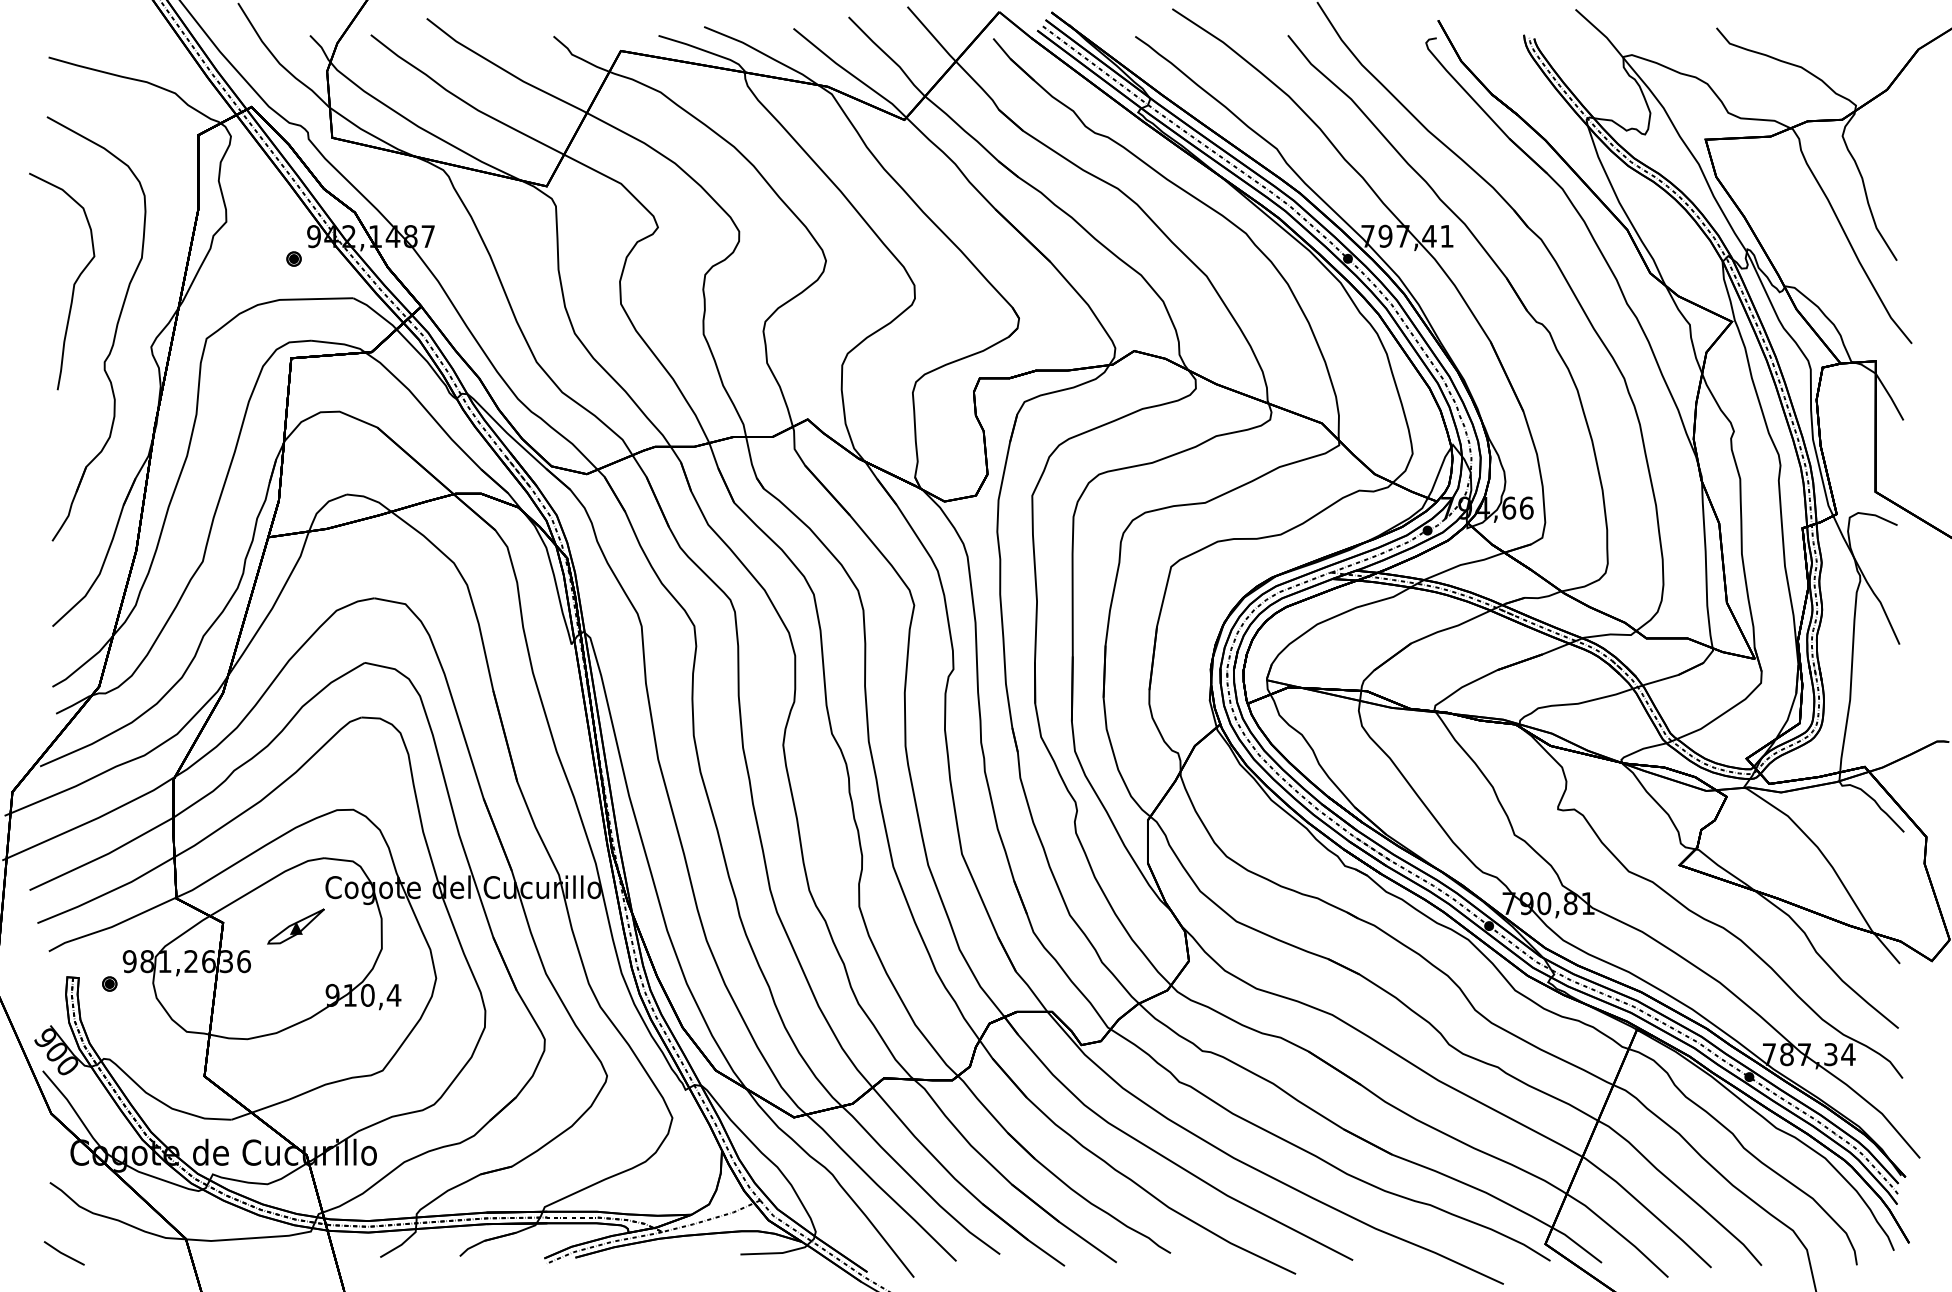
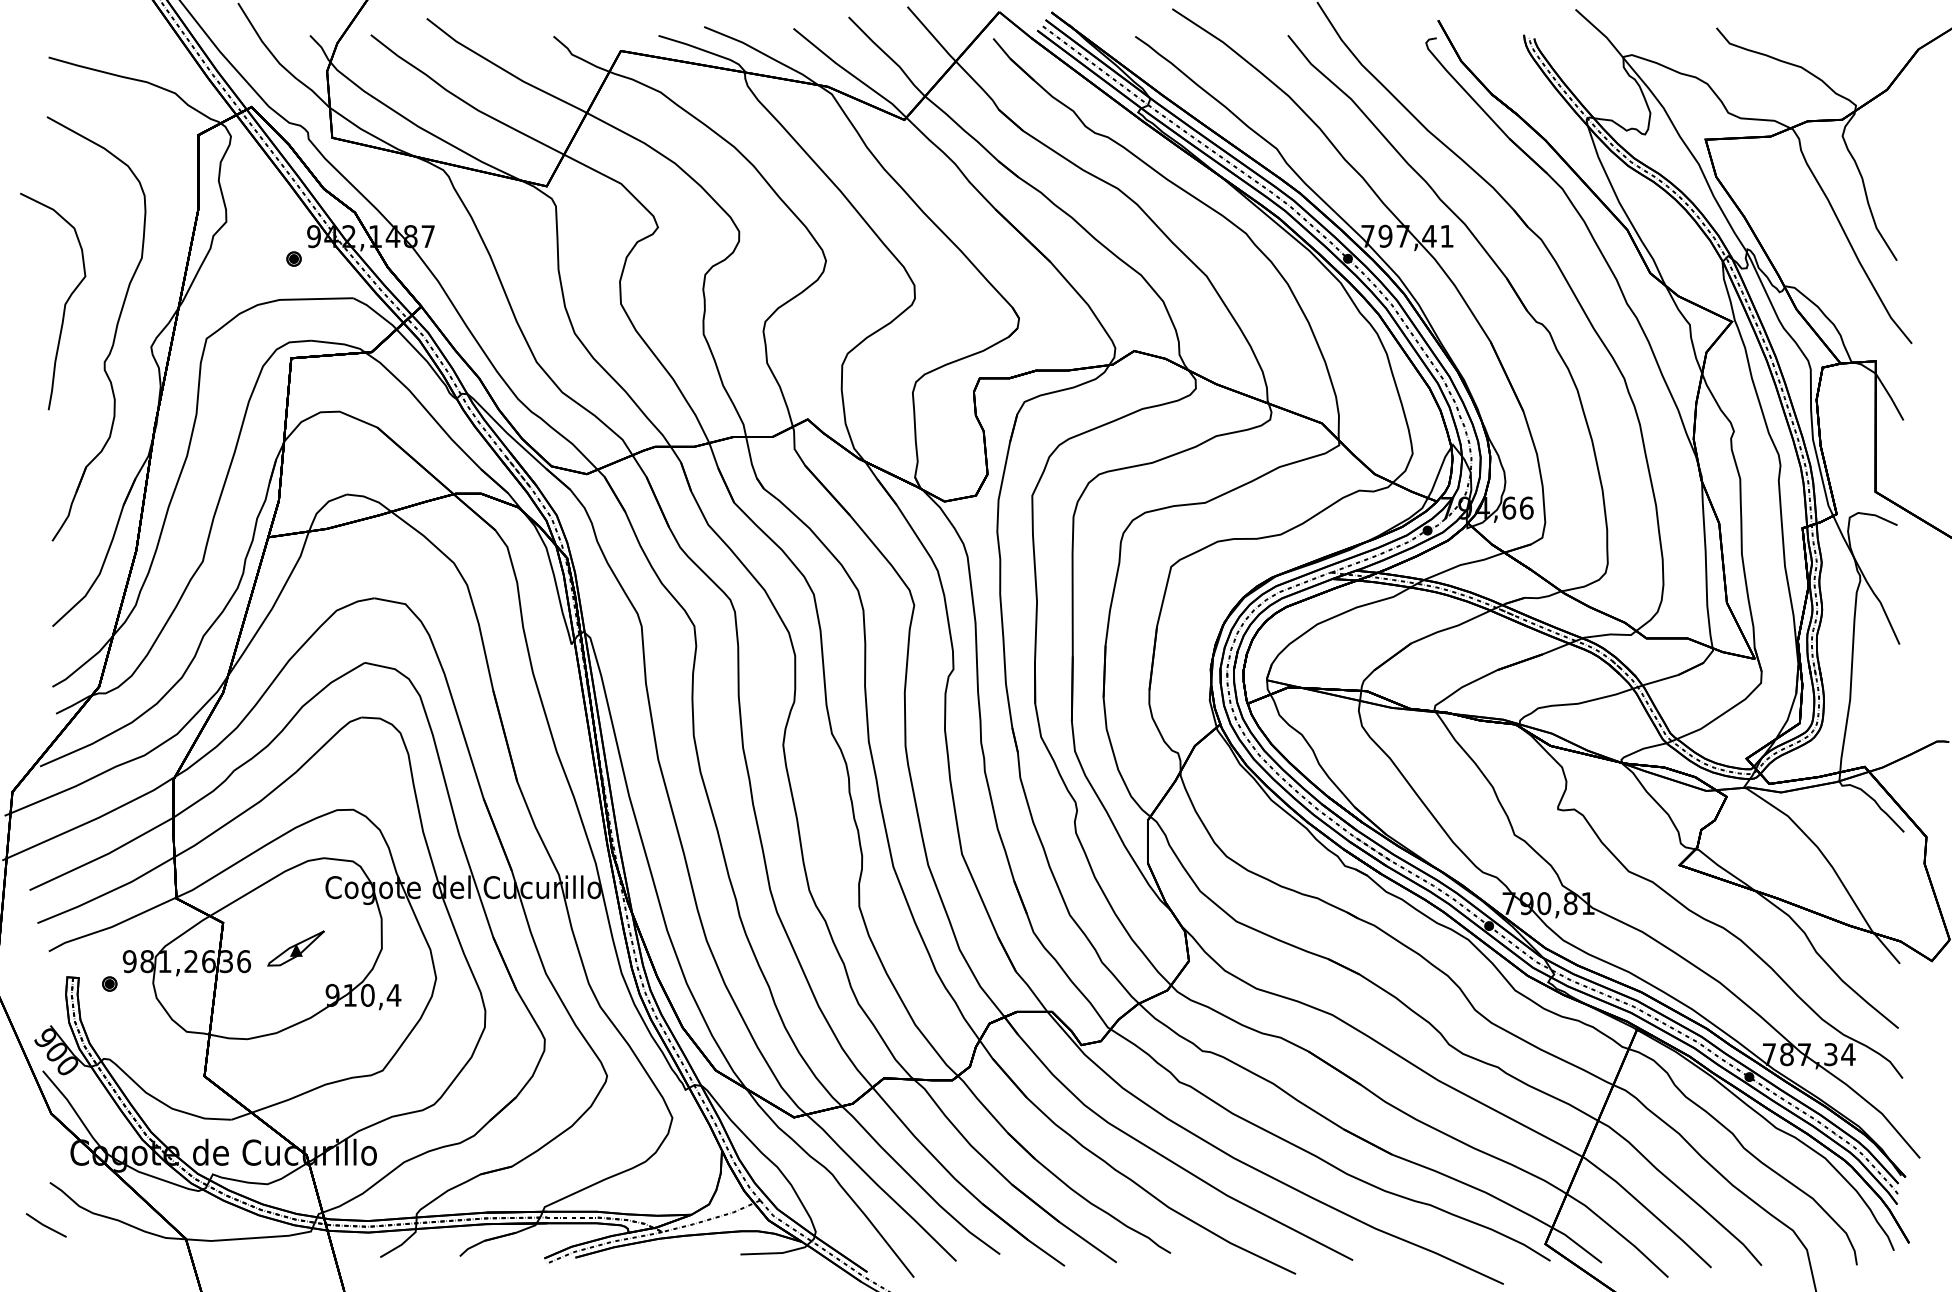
curve at (73, 283) position: (73, 283) -> (64, 303)
part at (295, 926) position: (295, 926) -> (295, 948)
line at (63, 1253) position: (63, 1253) -> (45, 1225)
